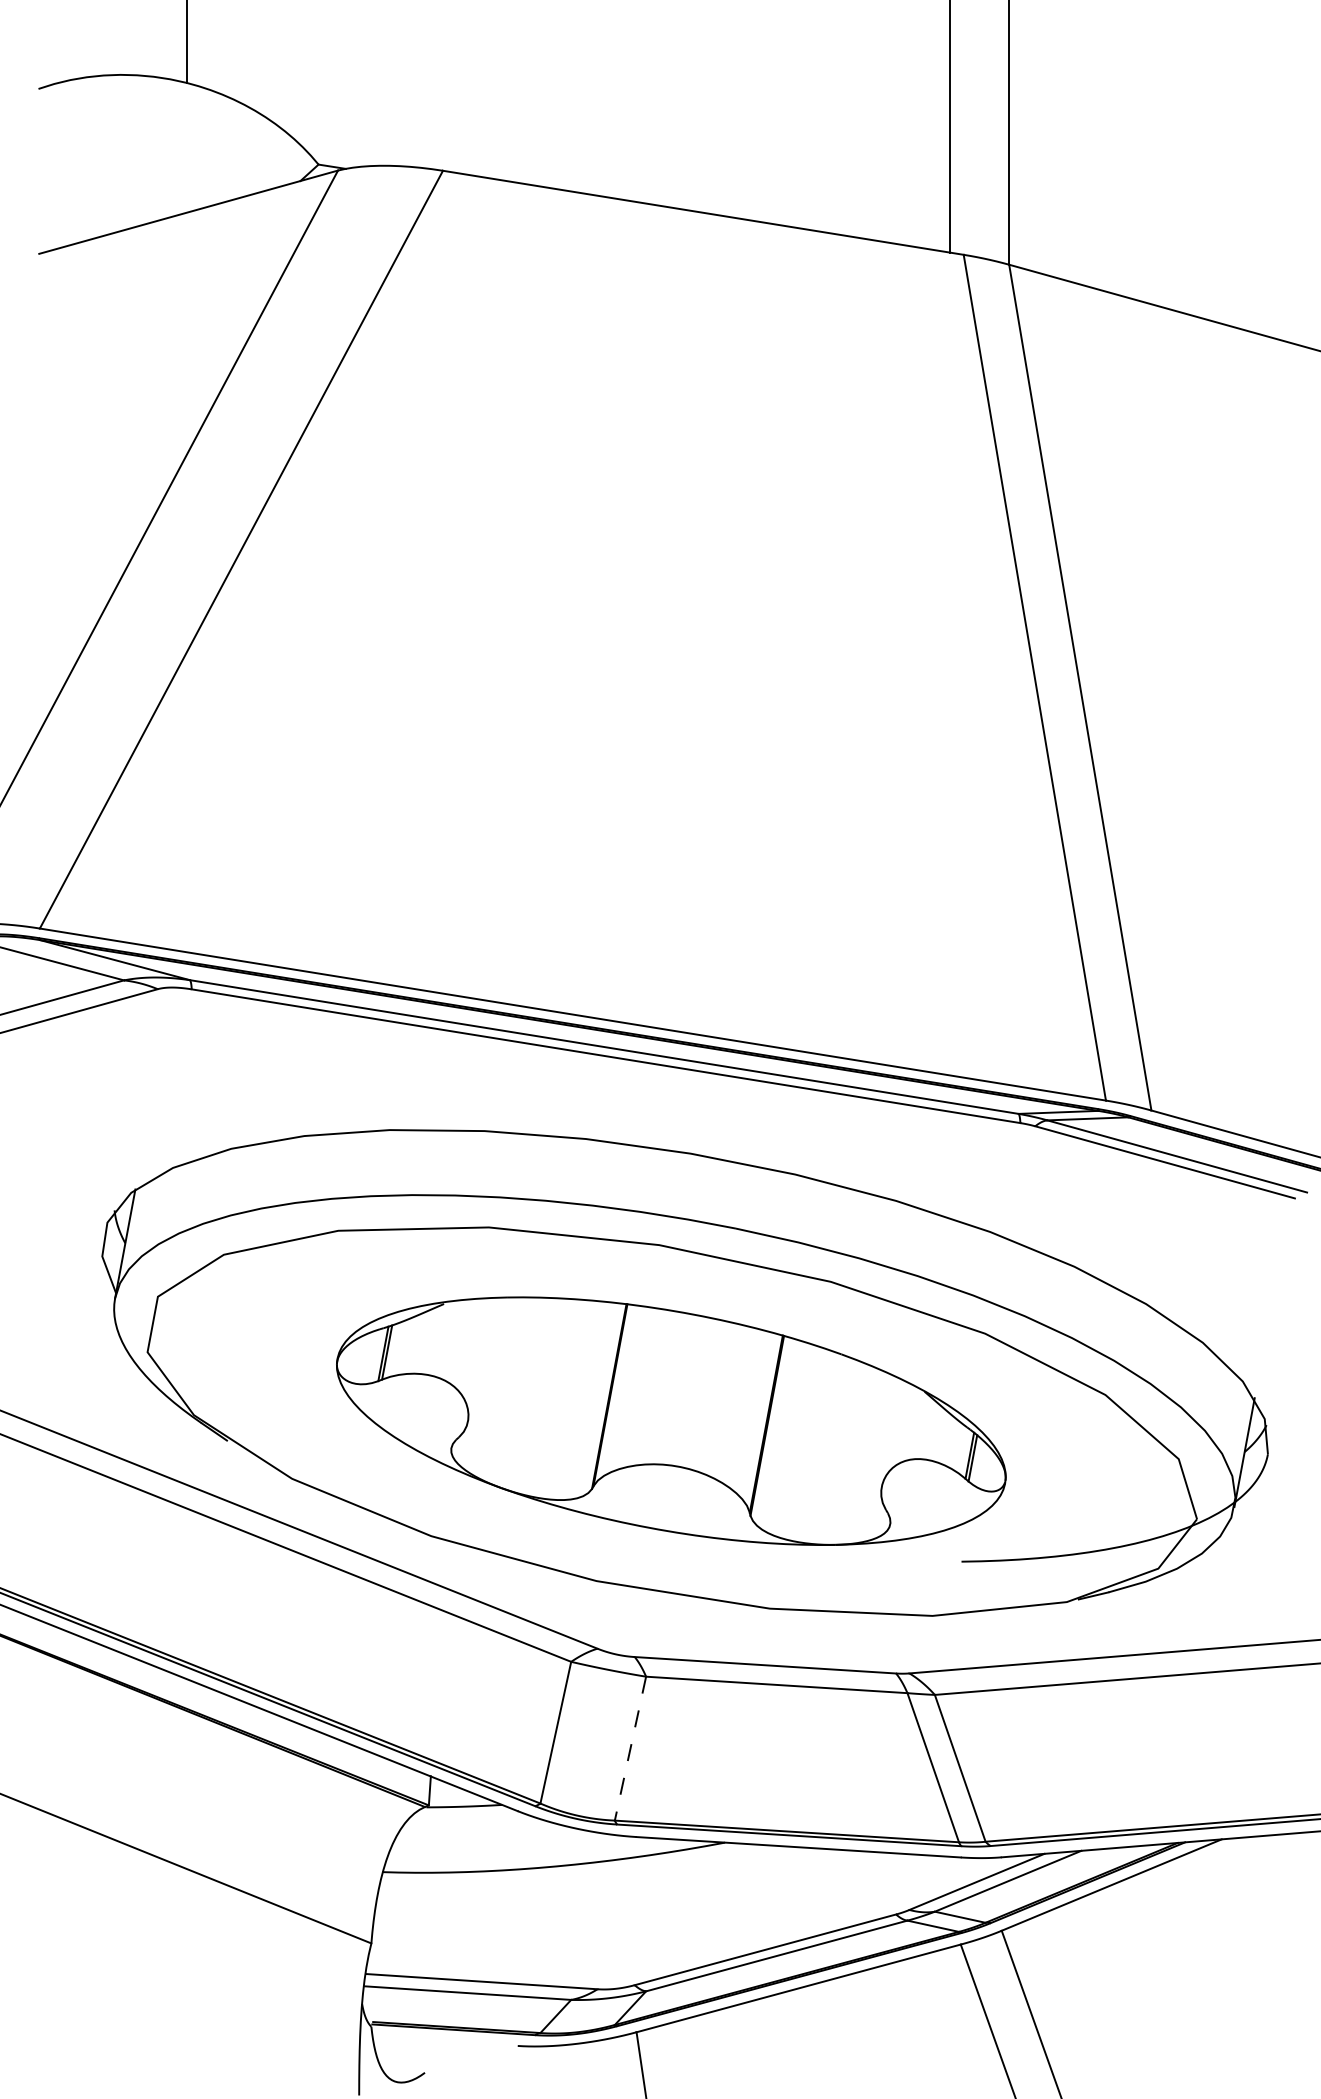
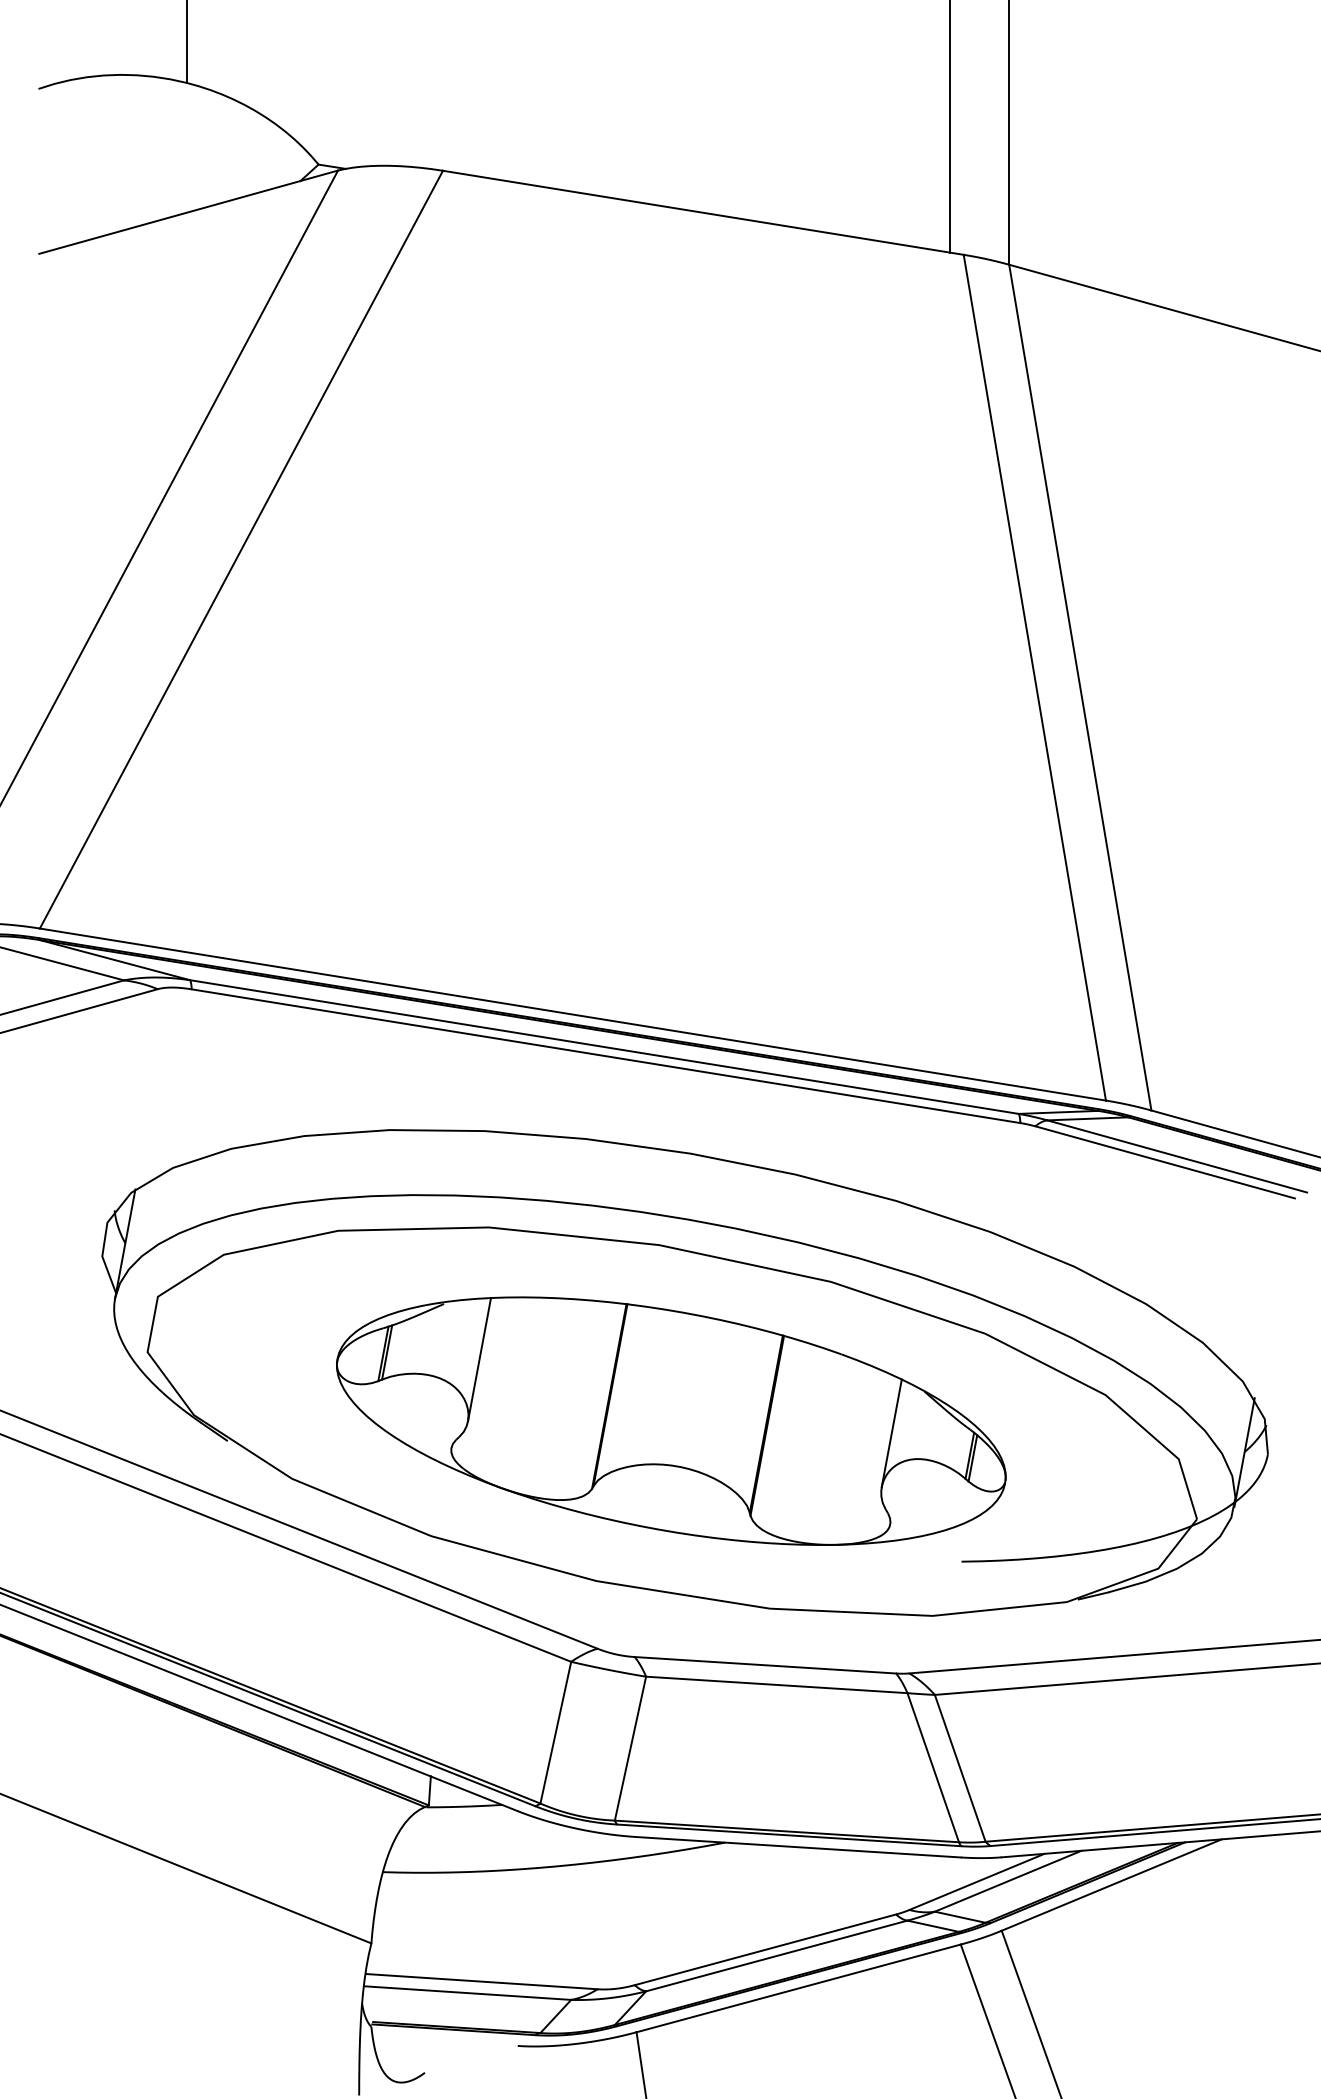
line at (479, 1359): none -> present
line at (891, 1433): none -> present
line at (630, 1748): dashed -> solid
